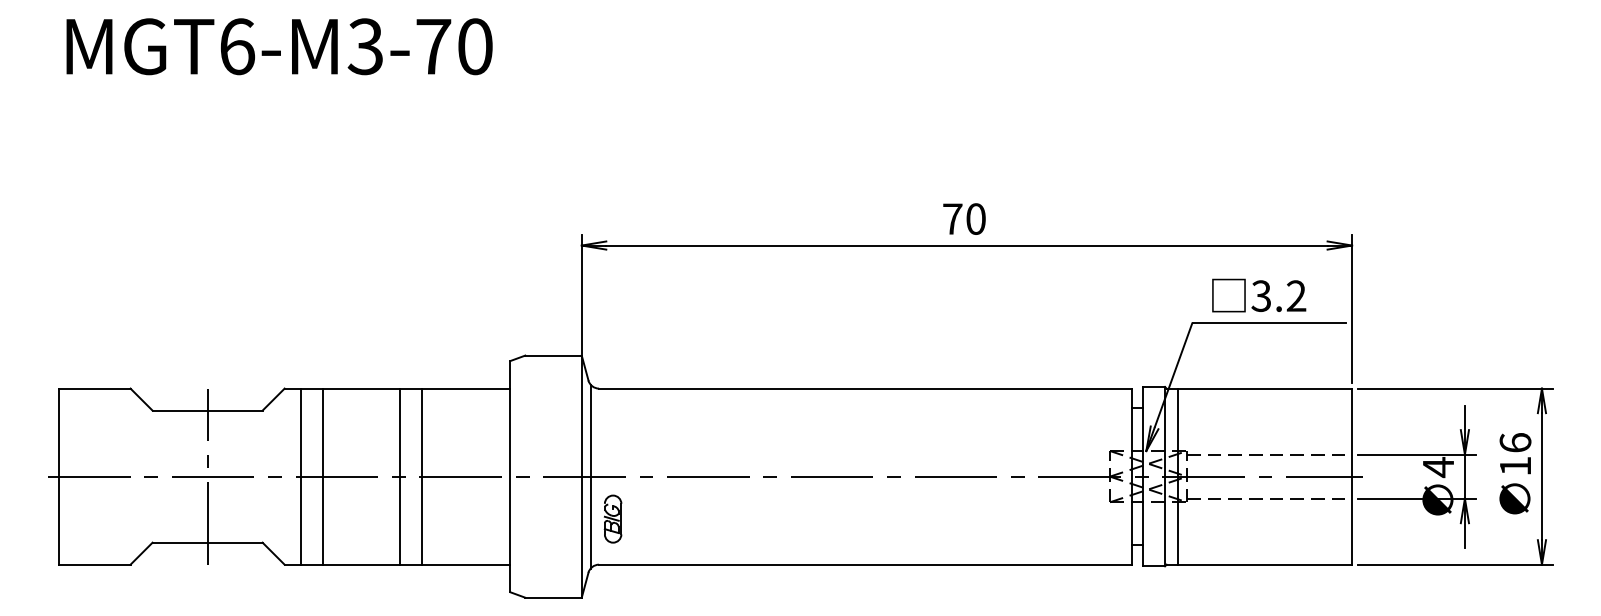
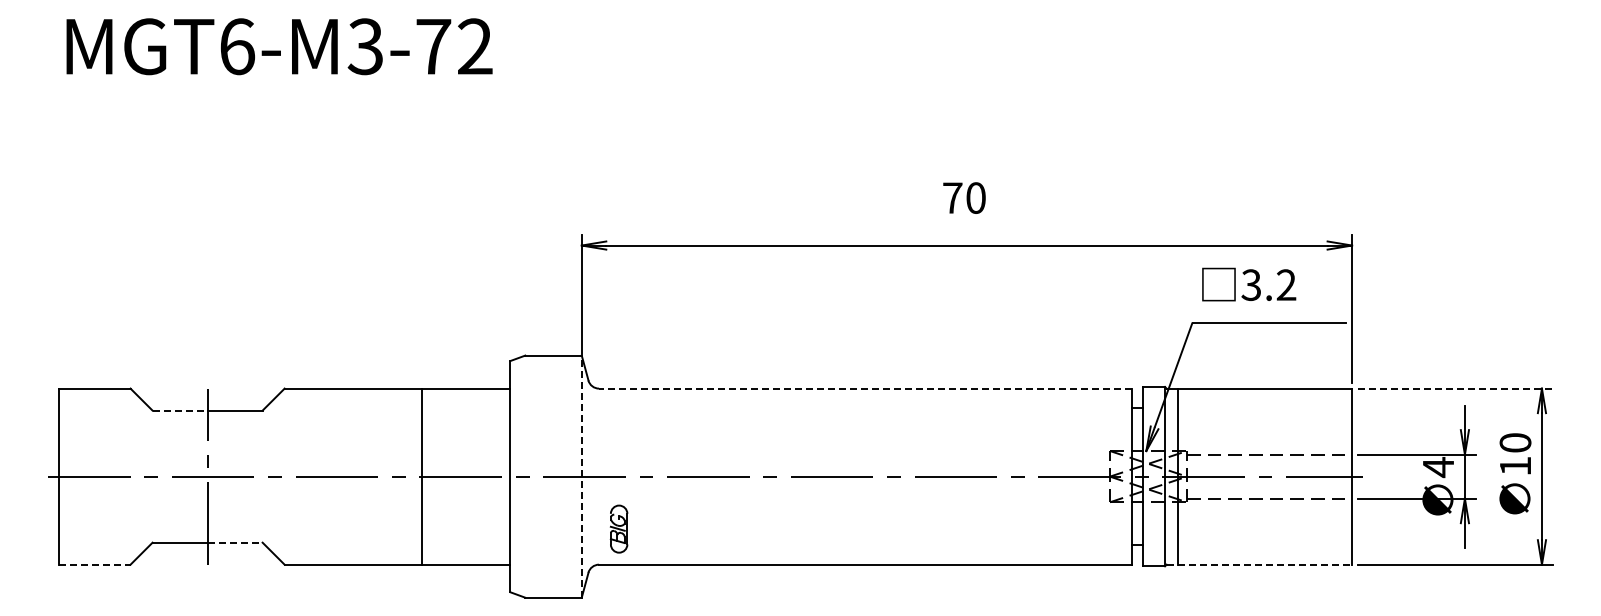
text at (475, 46): MGT6-M3-70 -> MGT6-M3-72
text at (964, 218) position: (964, 218) -> (964, 197)
text at (1259, 295) position: (1259, 295) -> (1249, 284)
line at (865, 388): solid -> dashed
line at (1455, 388): solid -> dashed
line at (180, 410): solid -> dashed
text at (1515, 442): 16 -> 10
line at (301, 476): present -> none
line at (323, 476): present -> none
line at (400, 476): present -> none
line at (581, 476): solid -> dashed
line at (590, 476): present -> none
part at (612, 518) position: (612, 518) -> (618, 528)
line at (235, 542): solid -> dashed
line at (94, 564): solid -> dashed
line at (1259, 564): solid -> dashed
